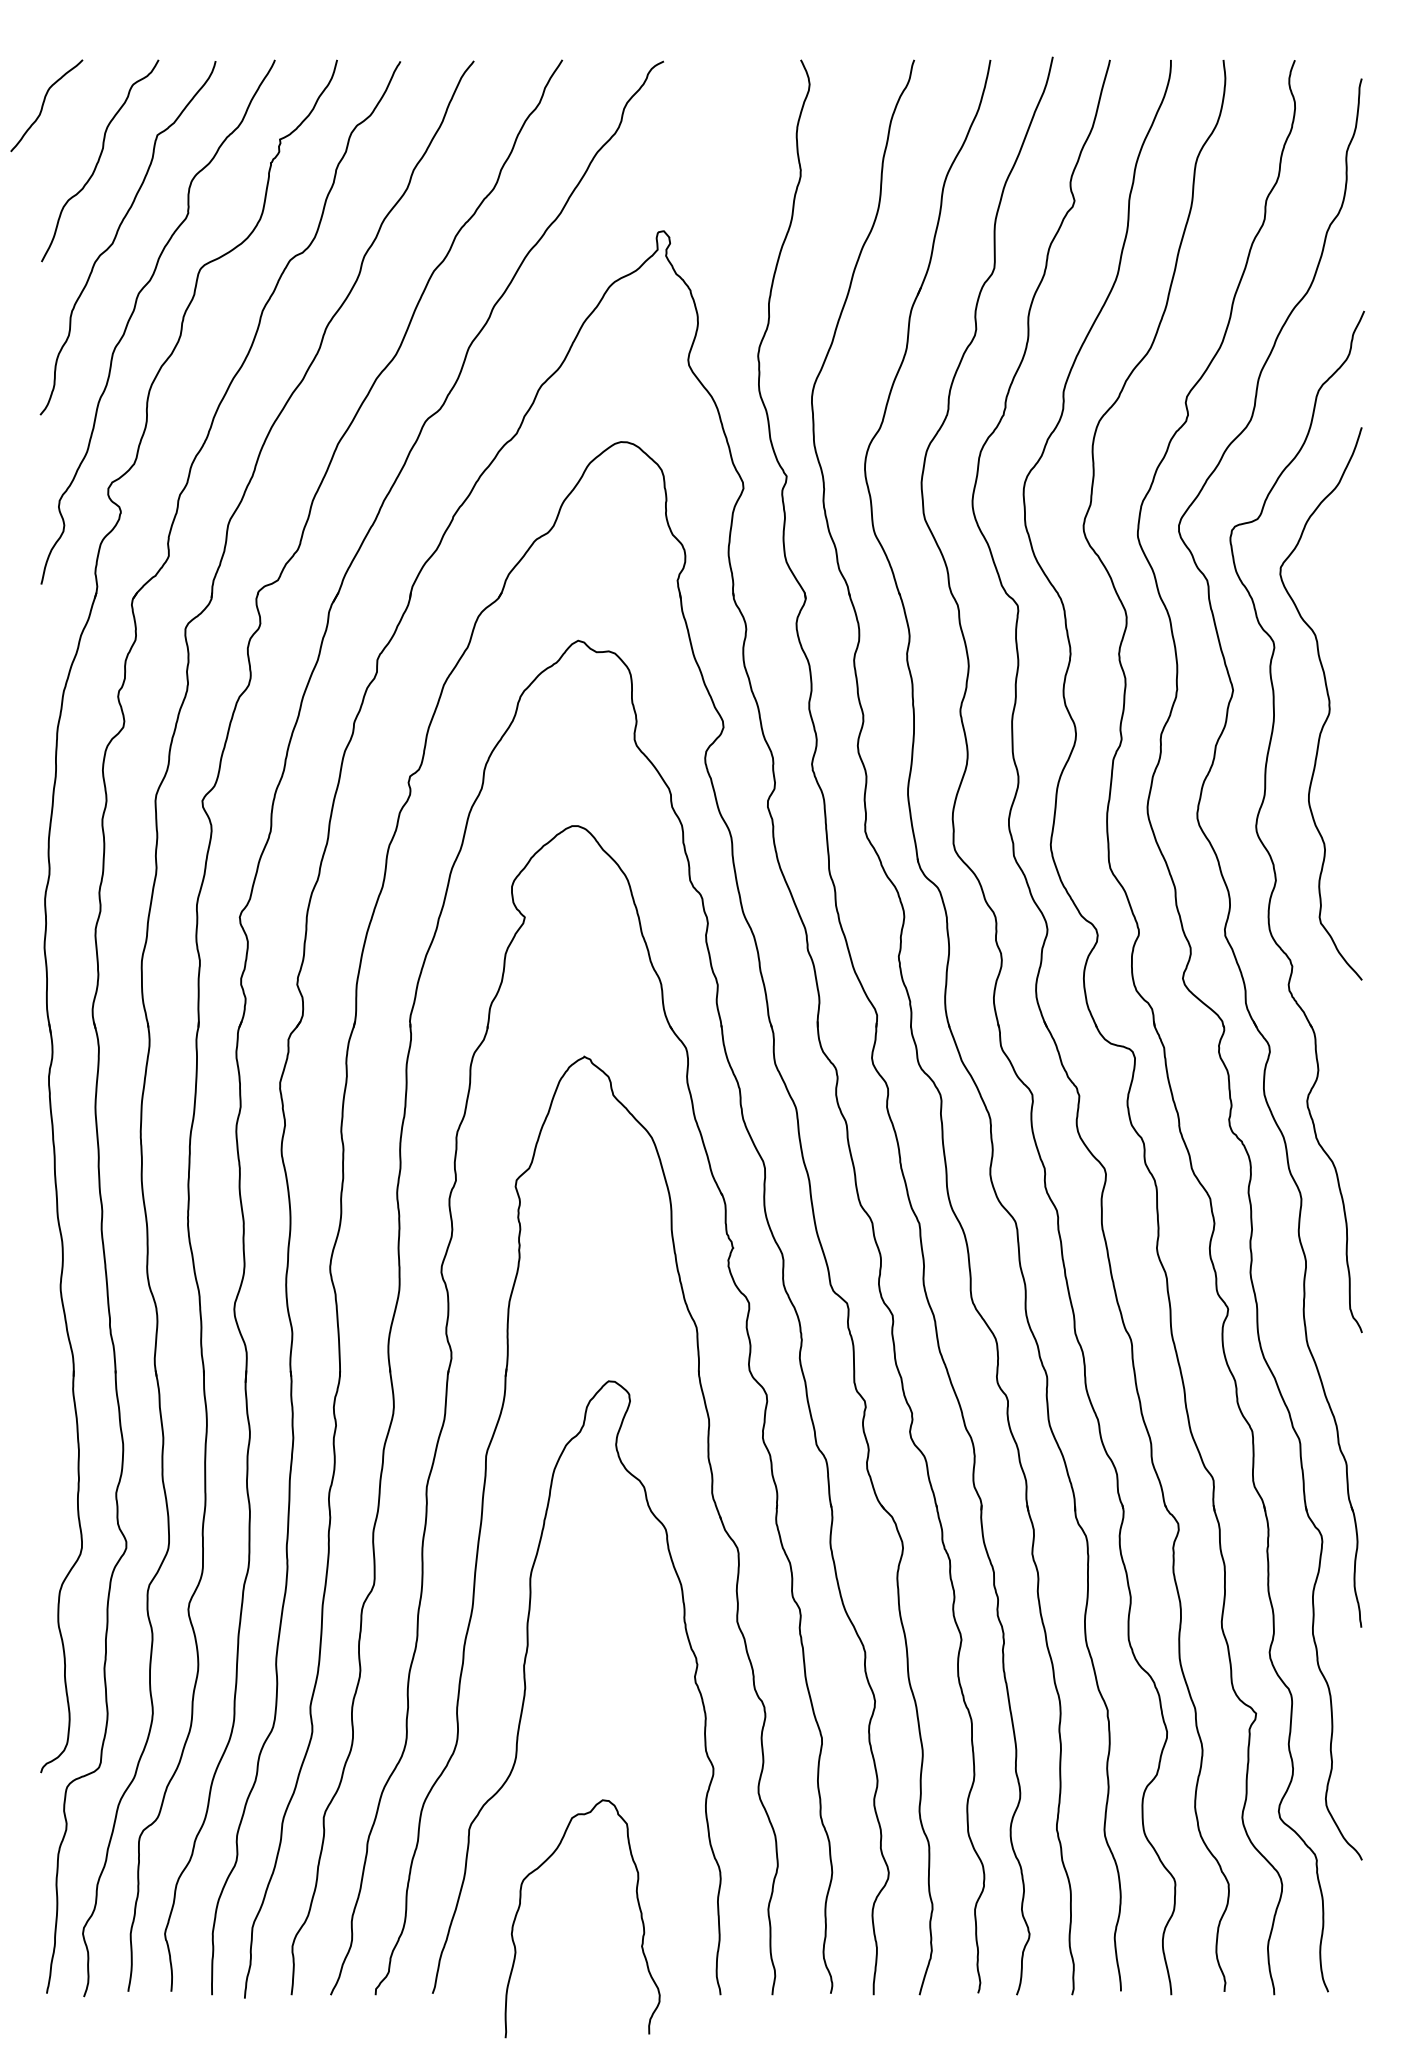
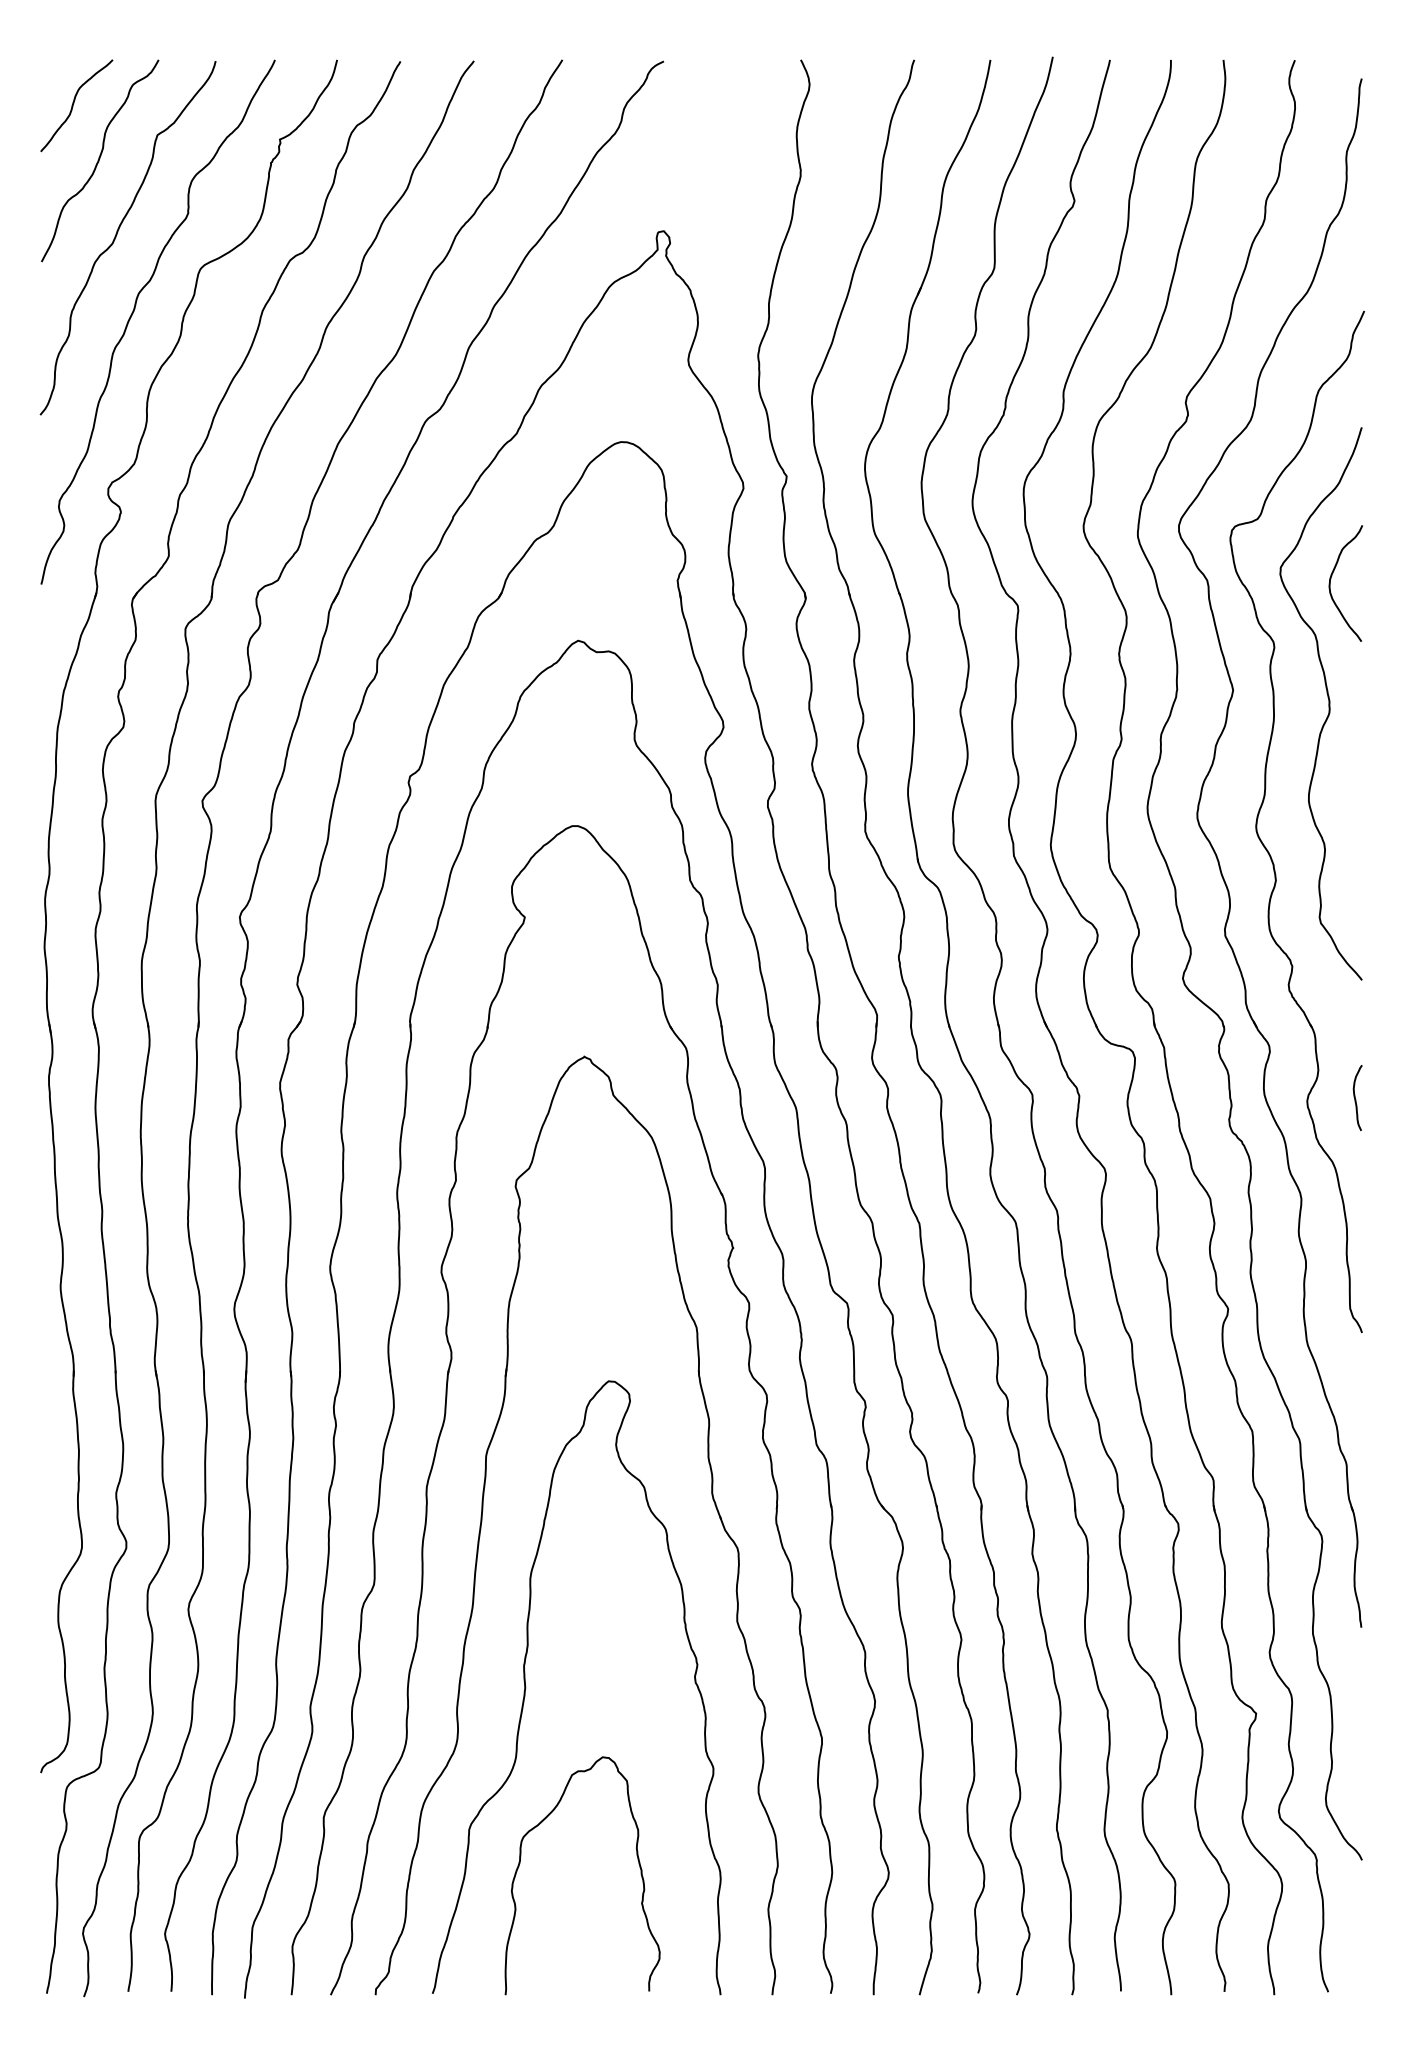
curve at (44, 103) position: (44, 103) -> (74, 103)
curve at (1331, 579): none -> present
curve at (1355, 1097): none -> present
curve at (637, 1903) position: (637, 1903) -> (637, 1860)
